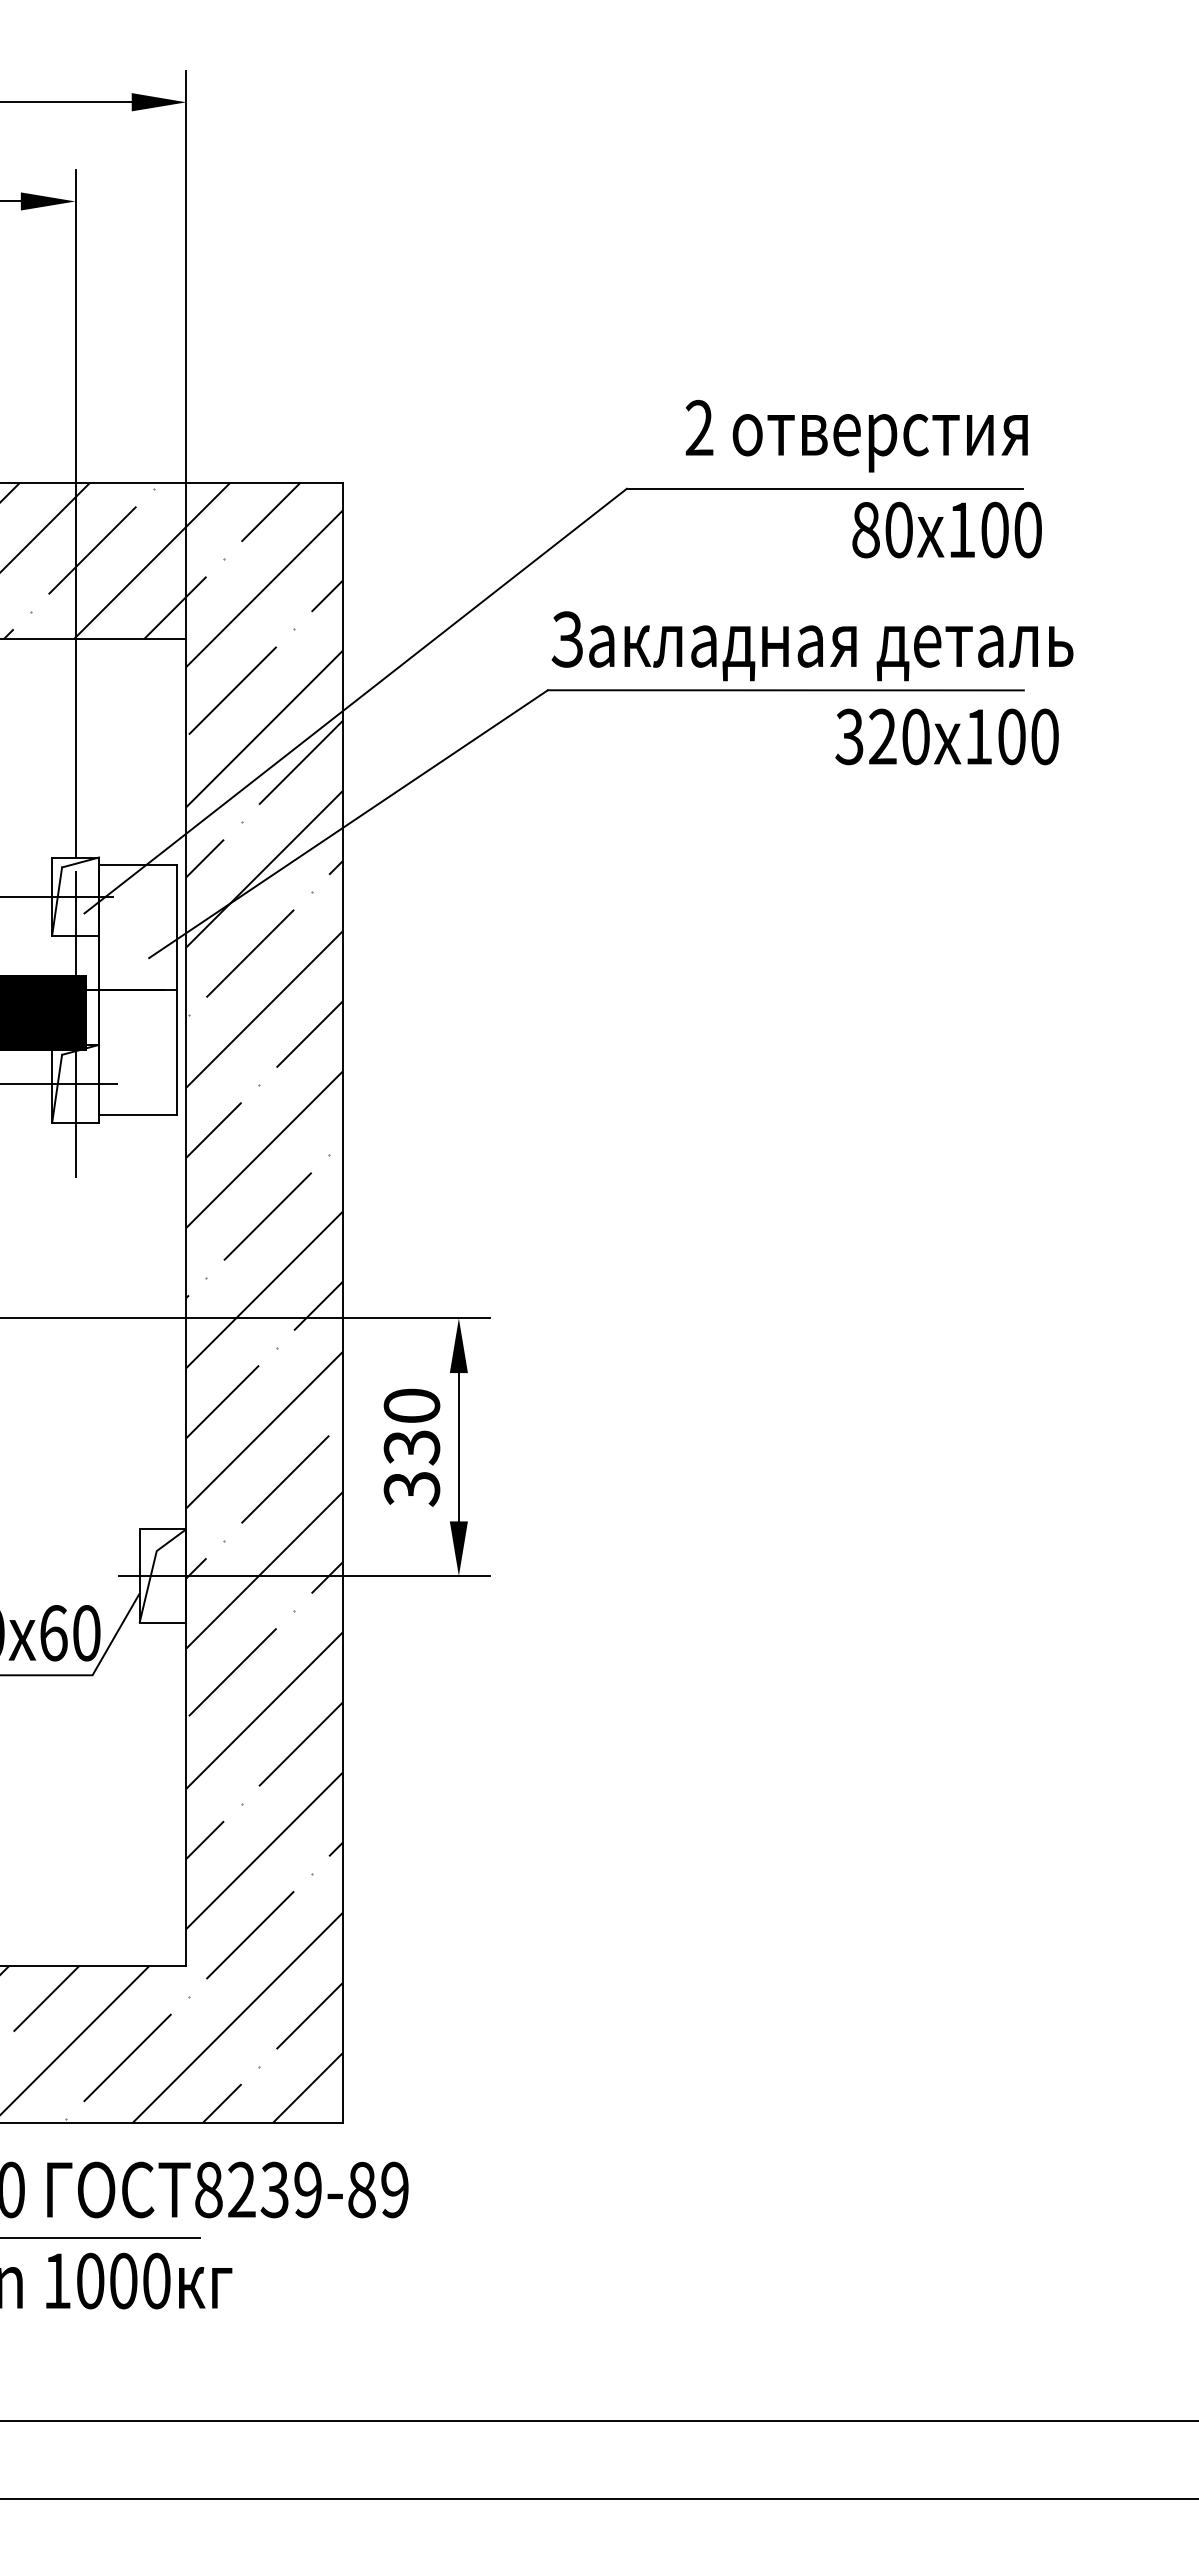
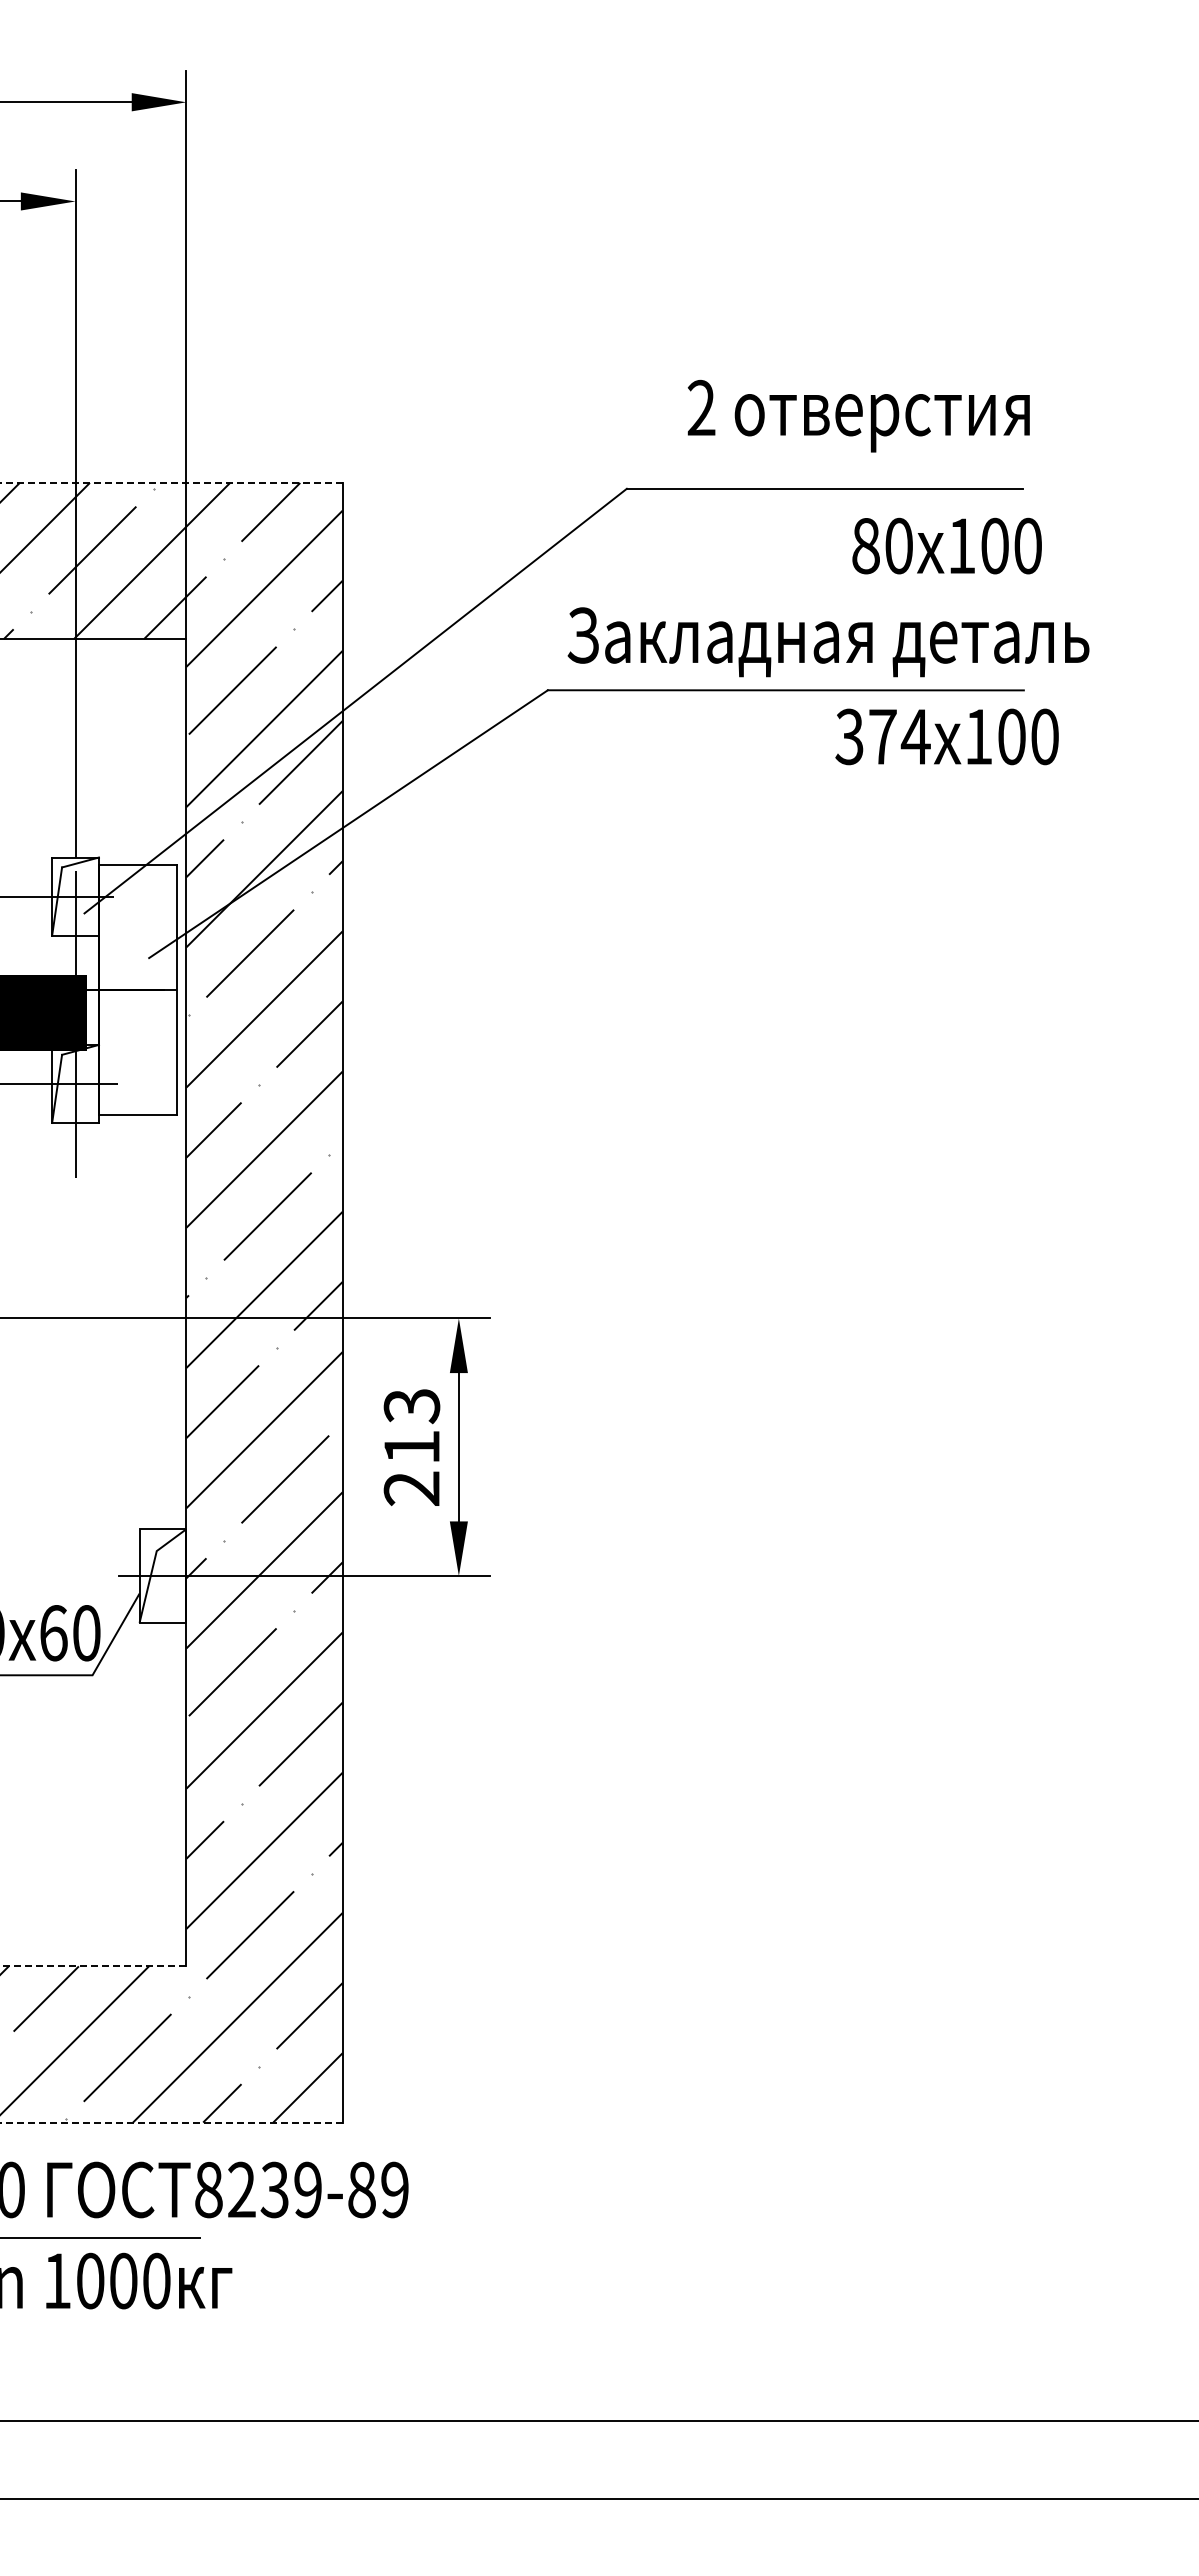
text at (856, 435) position: (856, 435) -> (858, 415)
line at (171, 482): solid -> dashed
text at (946, 529) position: (946, 529) -> (946, 545)
text at (812, 646) position: (812, 646) -> (828, 642)
text at (899, 736): 320x100 -> 374x100
text at (411, 1447): 330 -> 213
line at (93, 1966): solid -> dashed
line at (171, 2122): solid -> dashed
